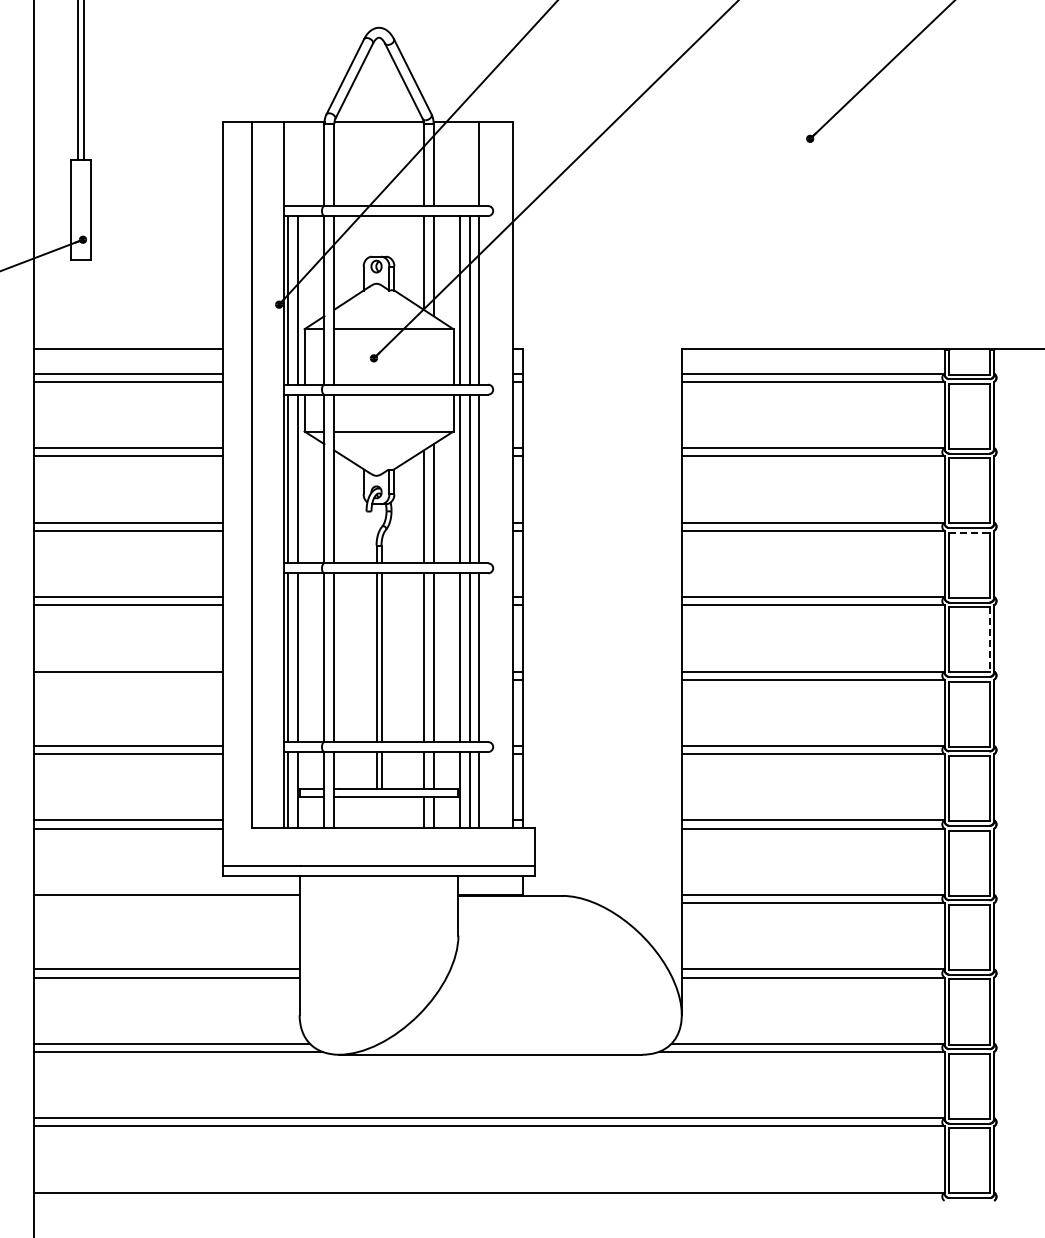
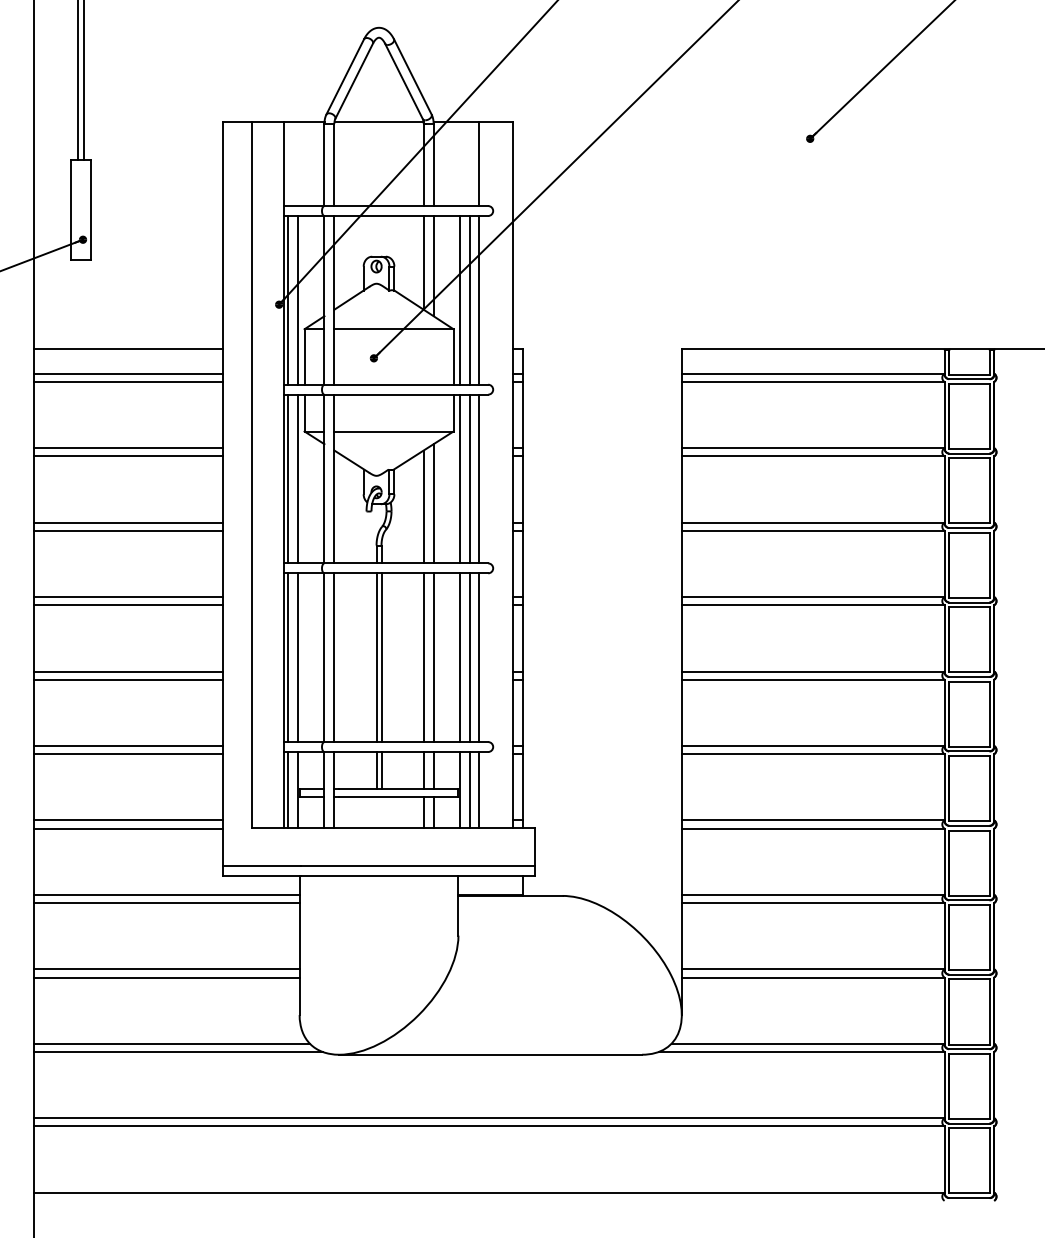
line at (969, 532): dashed -> solid
line at (989, 639): dashed -> solid
line at (128, 679): none -> present
line at (166, 903): none -> present
